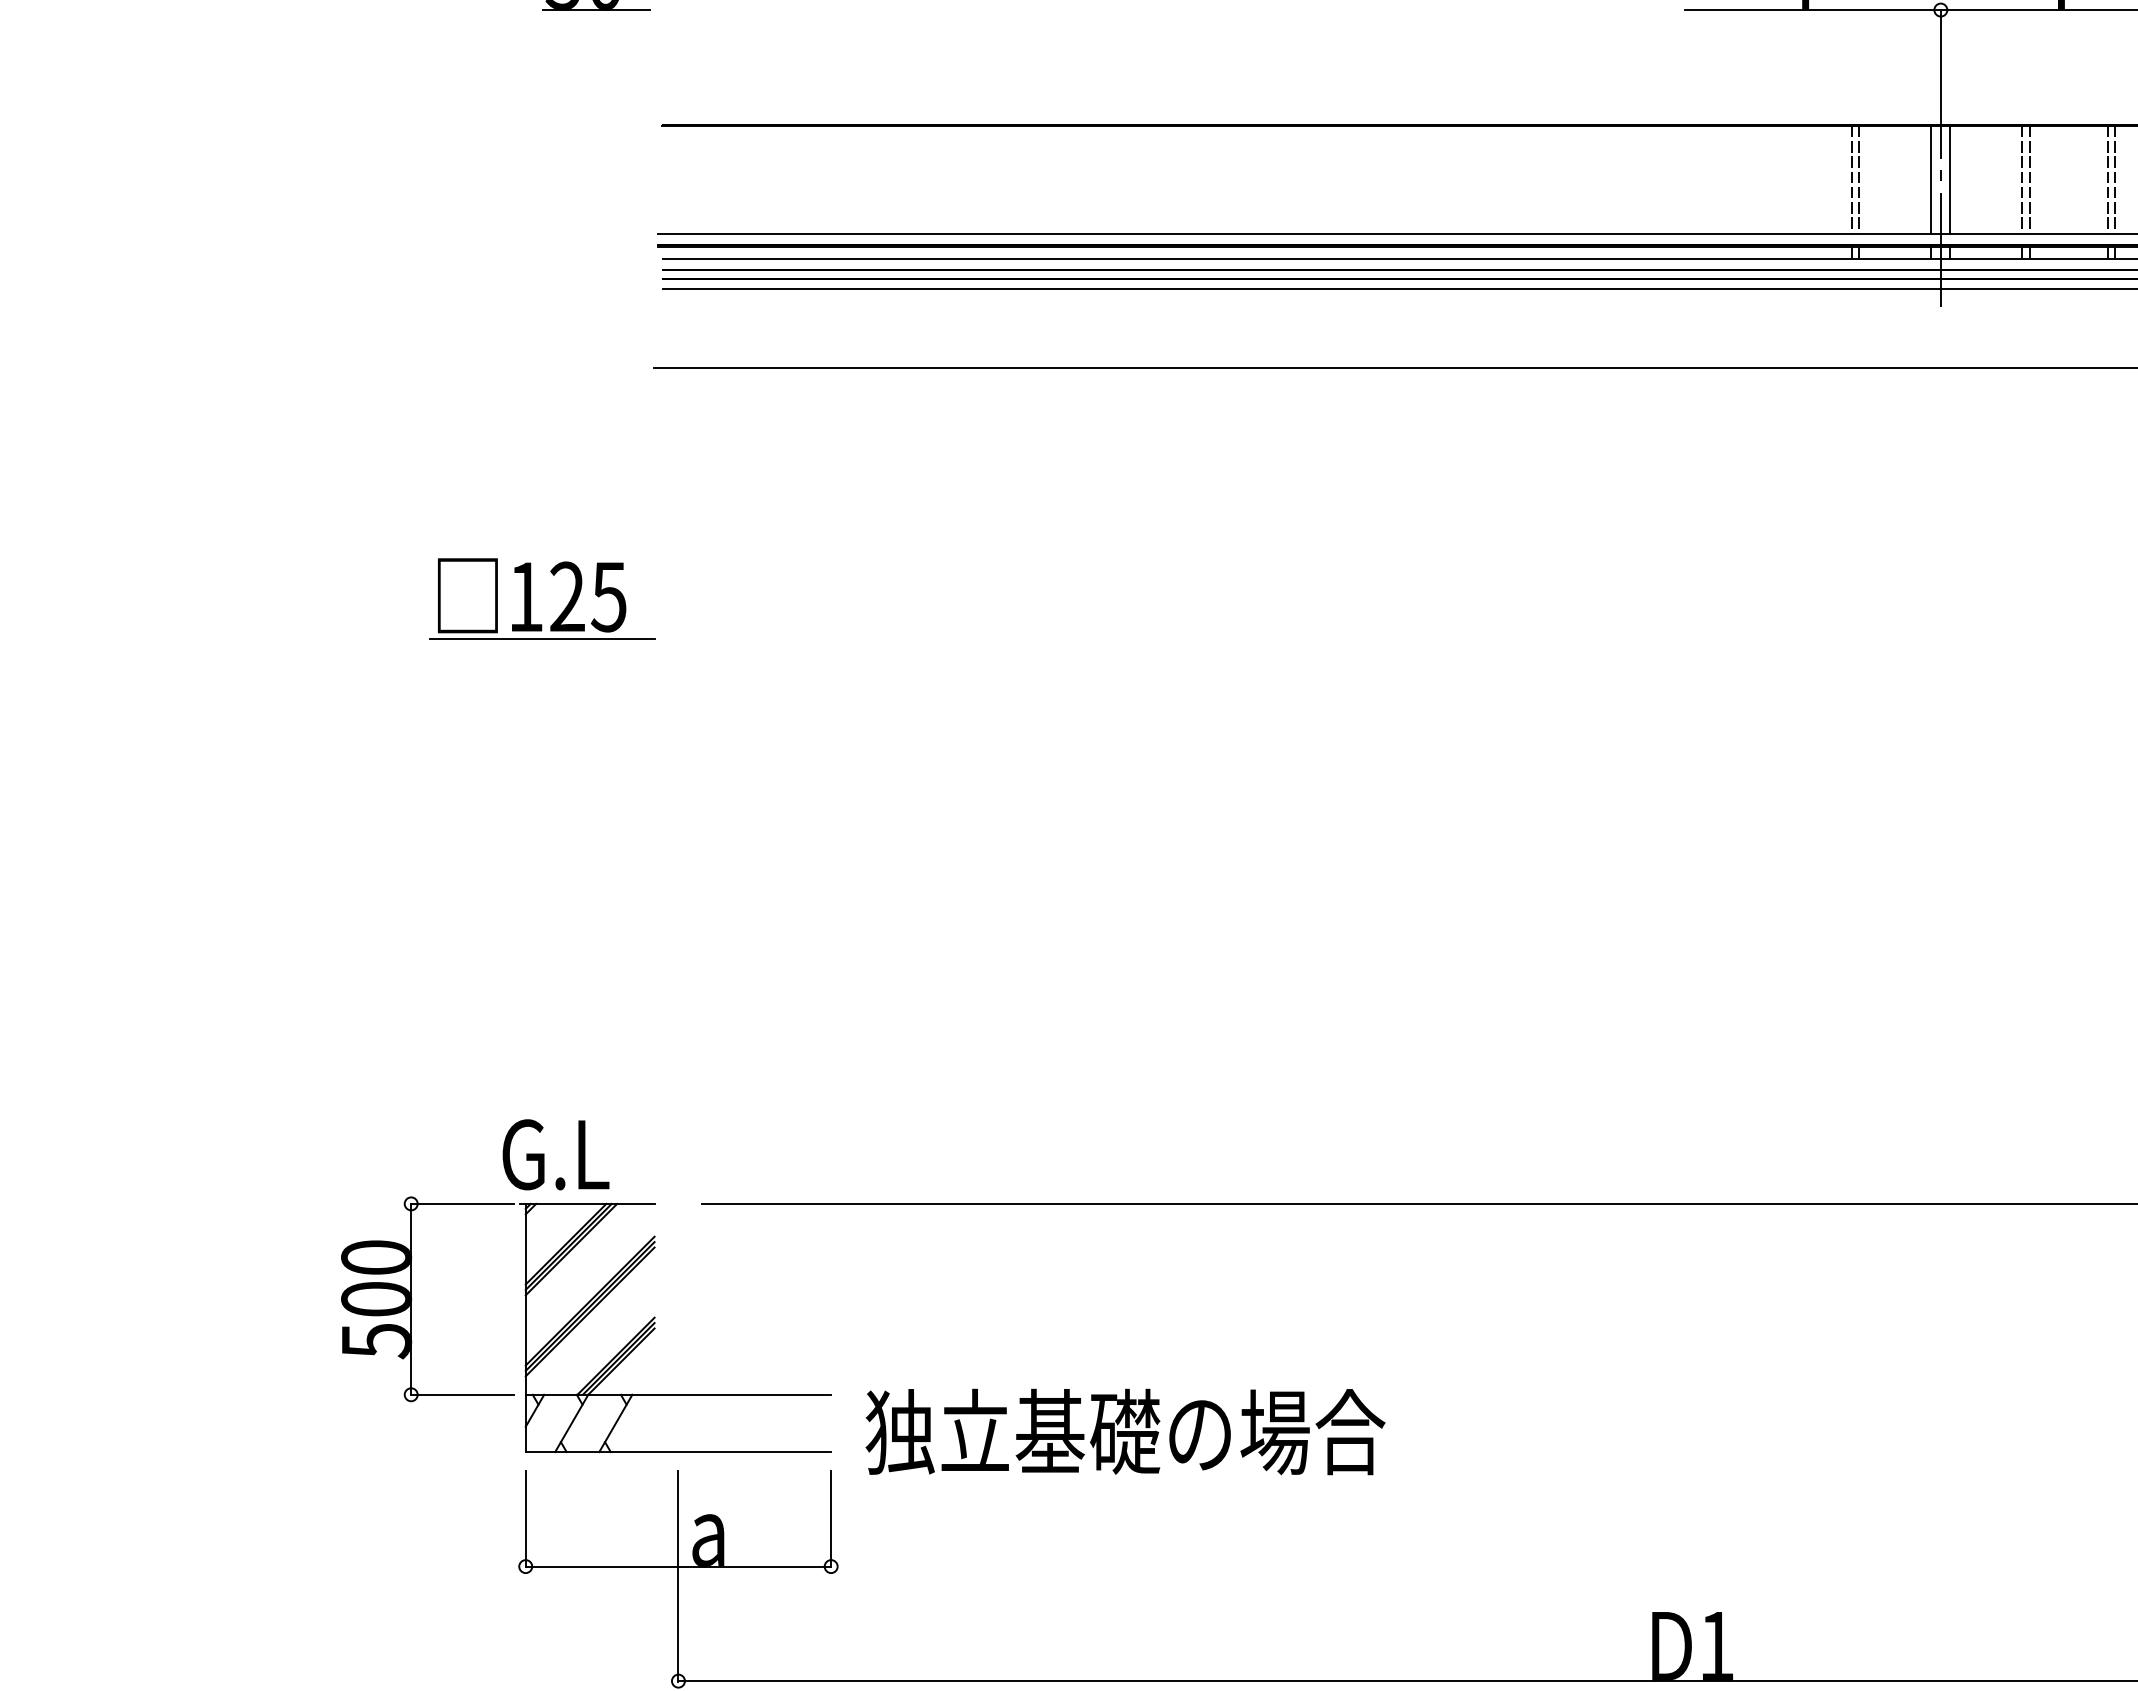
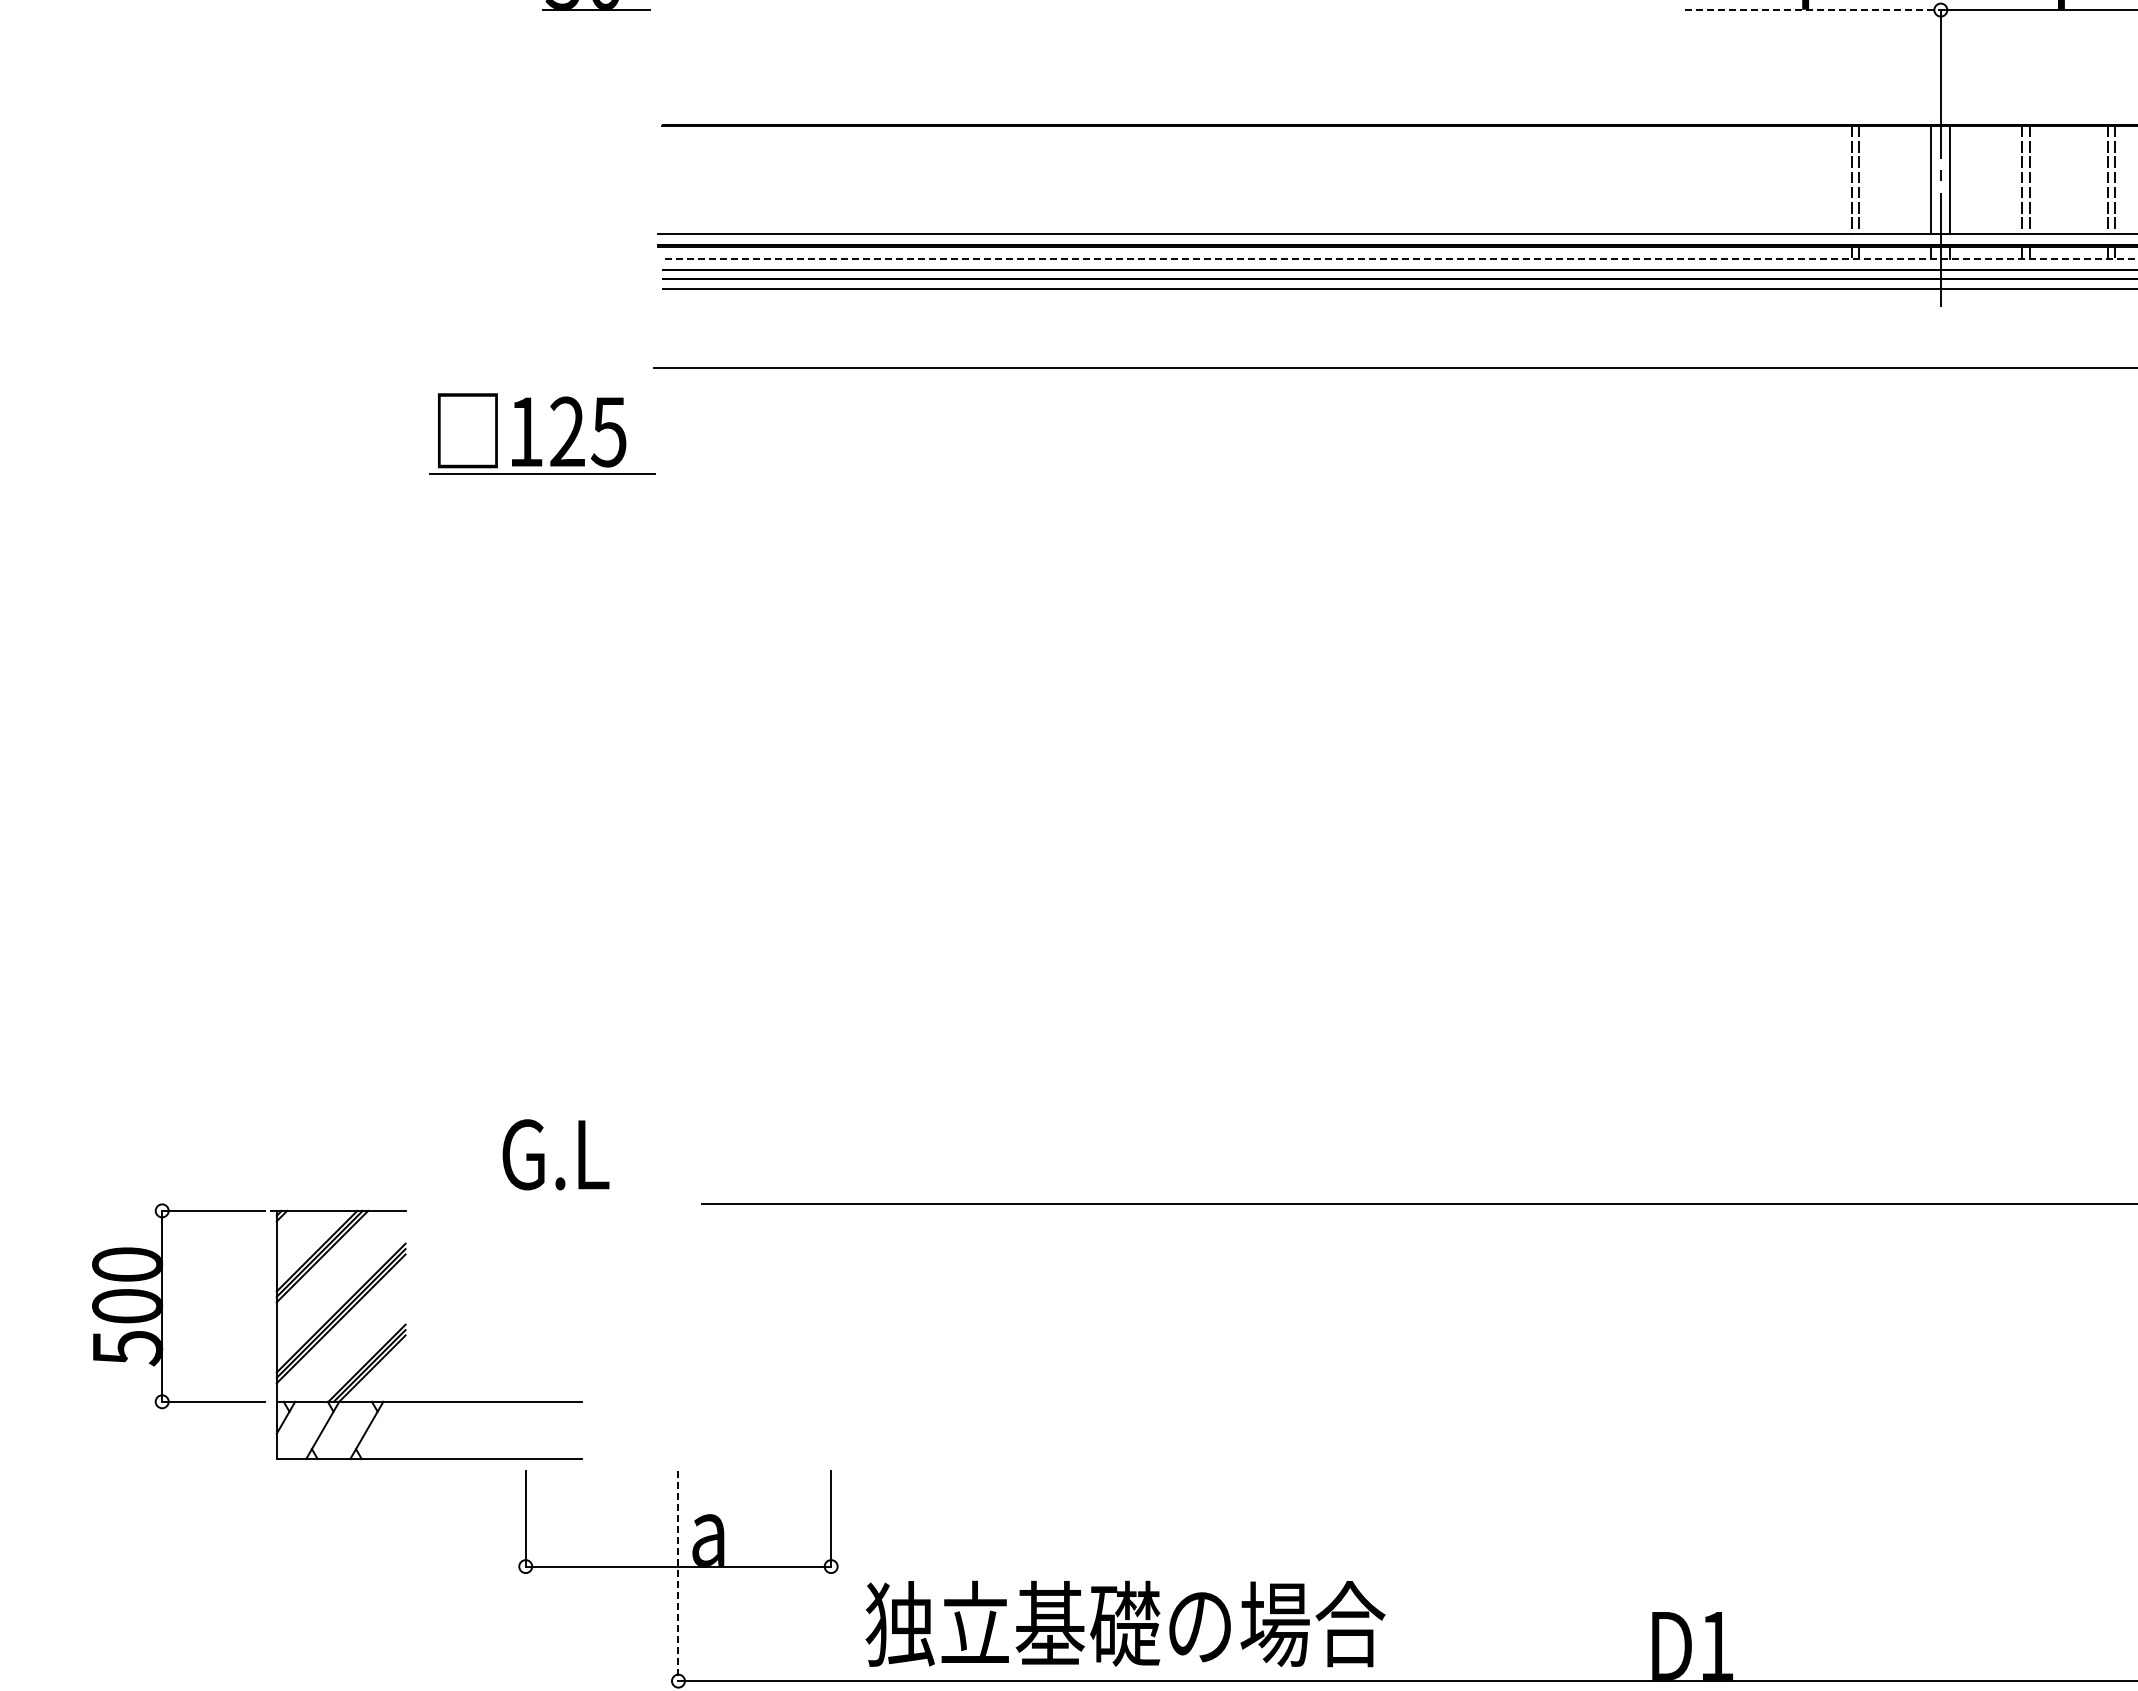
line at (1812, 10): solid -> dashed
line at (1399, 259): solid -> dashed
part at (531, 598) position: (531, 598) -> (531, 433)
part at (586, 1324) position: (586, 1324) -> (337, 1331)
text at (1125, 1431) position: (1125, 1431) -> (1125, 1623)
line at (678, 1576): solid -> dashed
